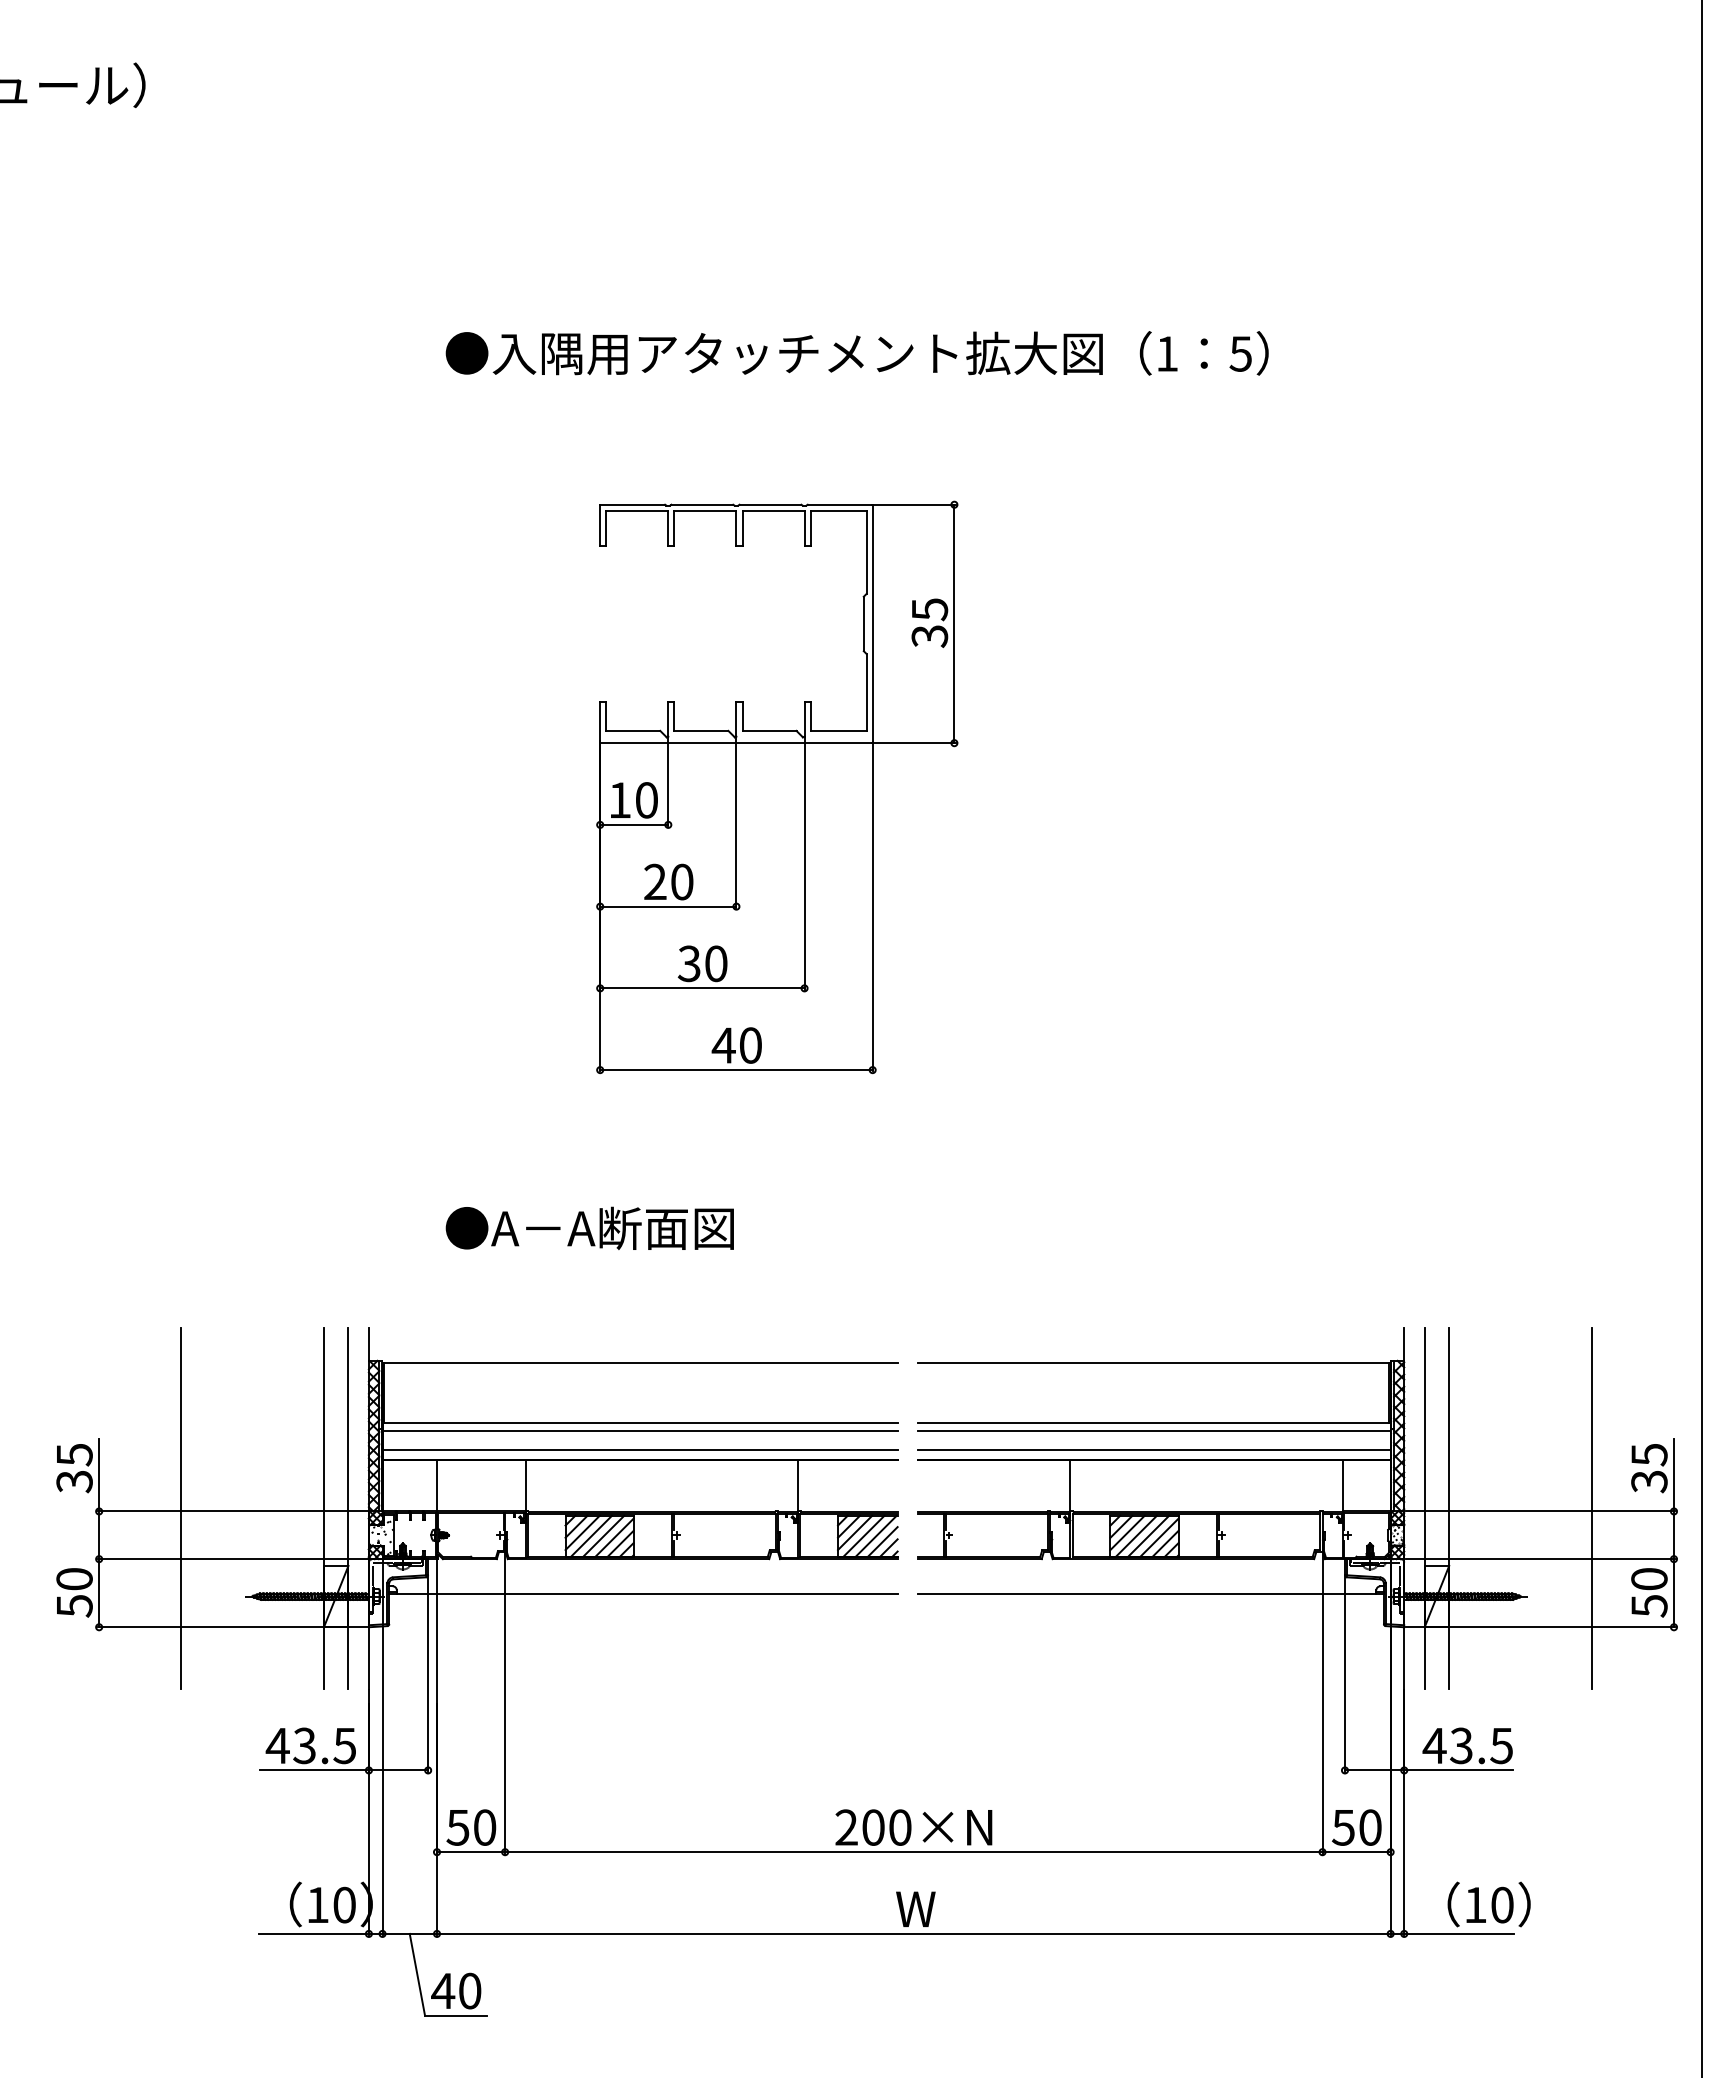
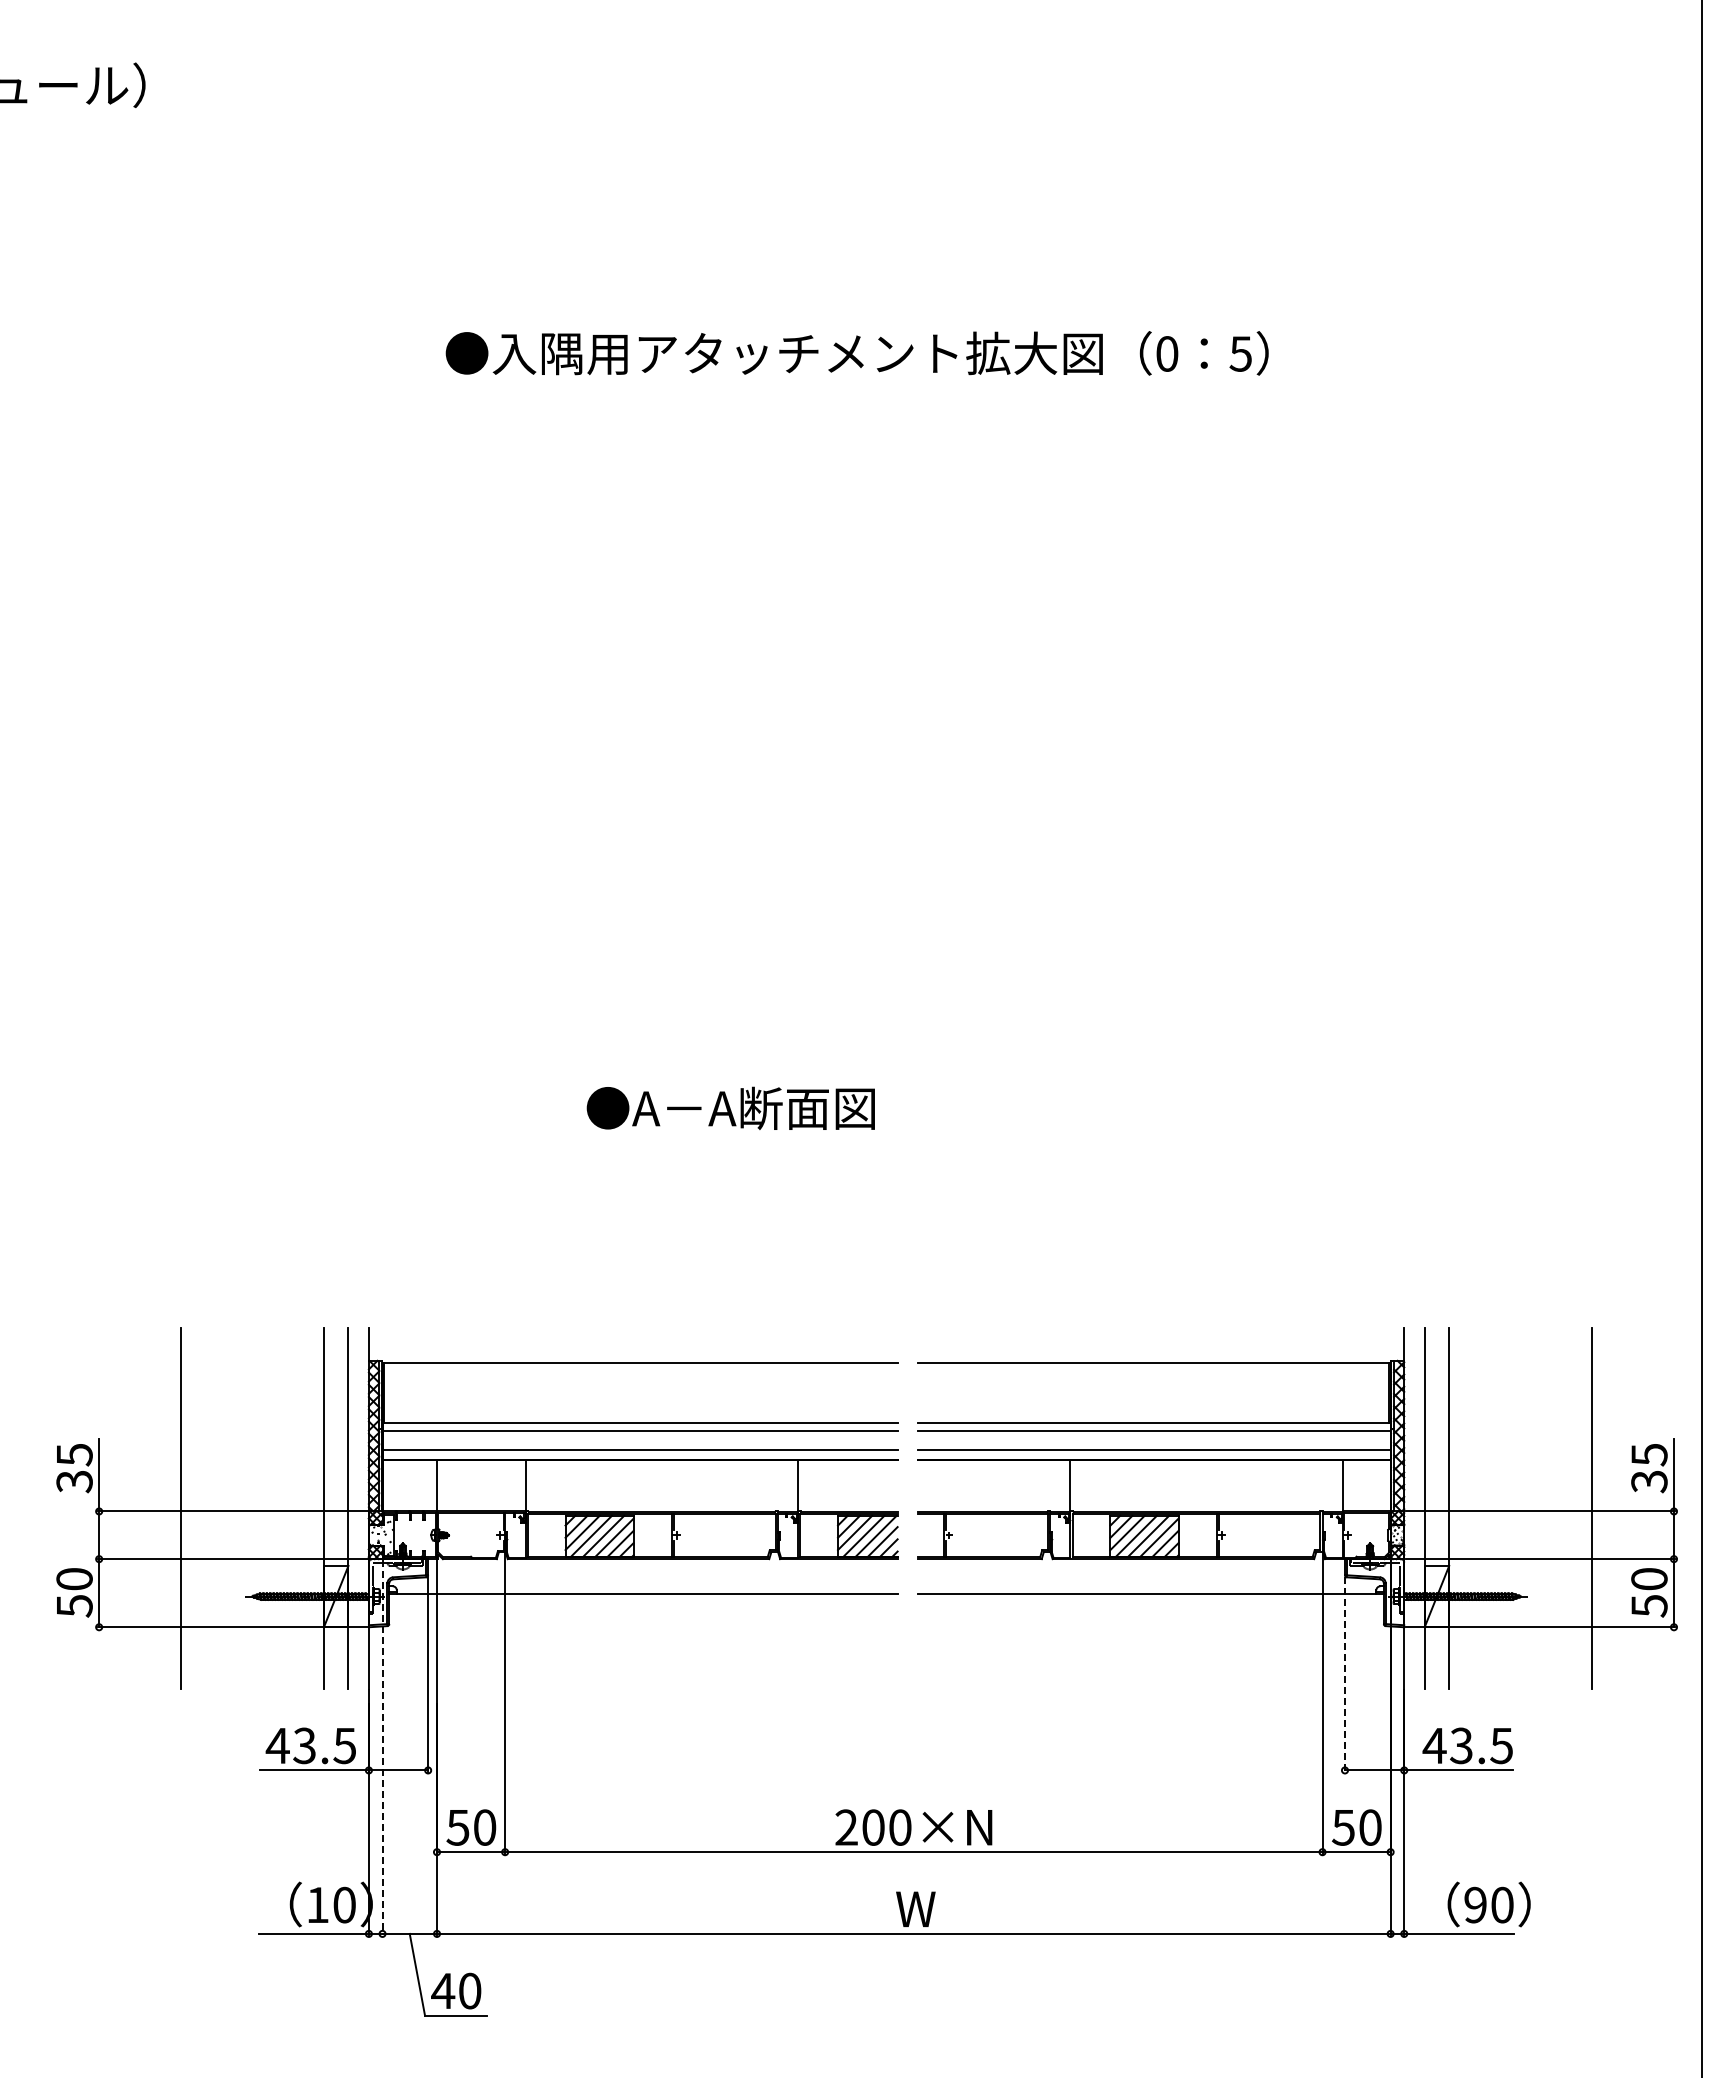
text at (1167, 353): 1 -> 0
part at (777, 786): present -> none
text at (589, 1227) position: (589, 1227) -> (730, 1107)
line at (1344, 1674): solid -> dashed
line at (382, 1747): solid -> dashed
text at (1475, 1904): 10 -> 90
